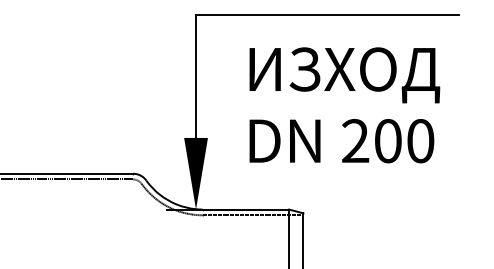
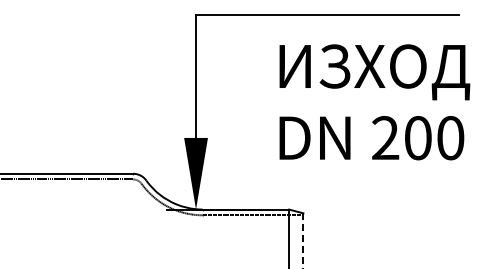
text at (344, 105) position: (344, 105) -> (374, 102)
line at (303, 241): solid -> dashed
